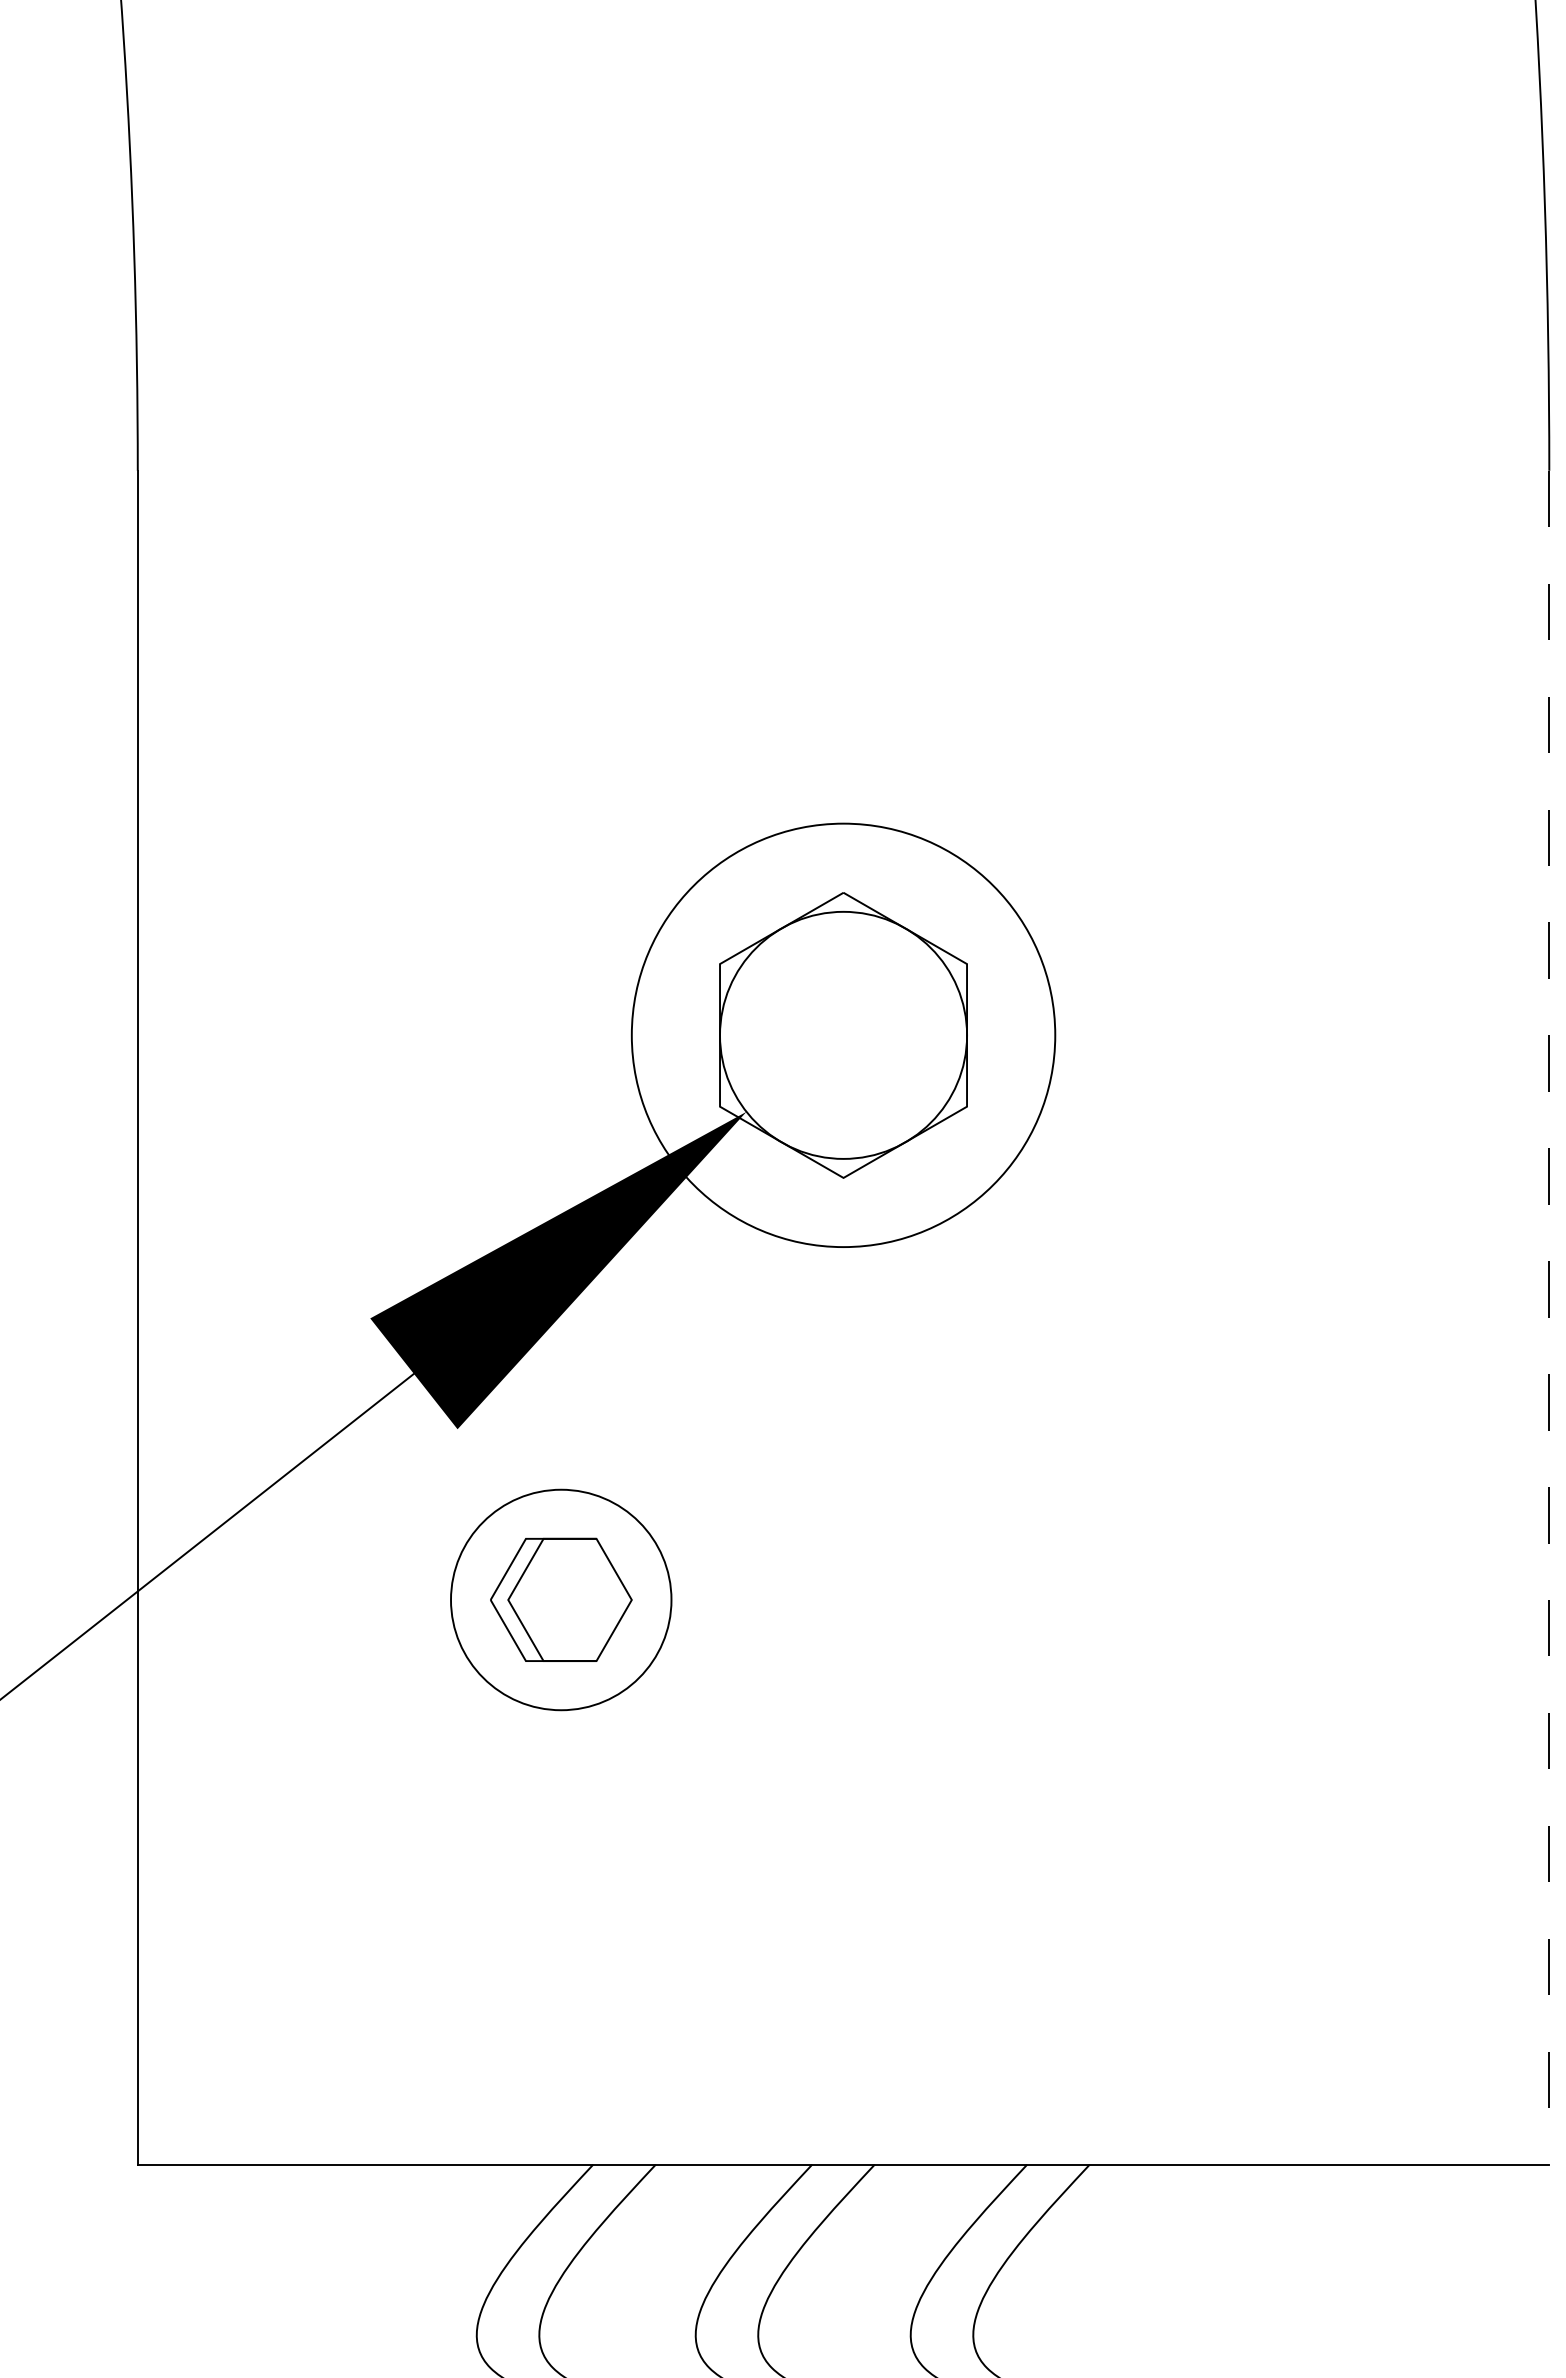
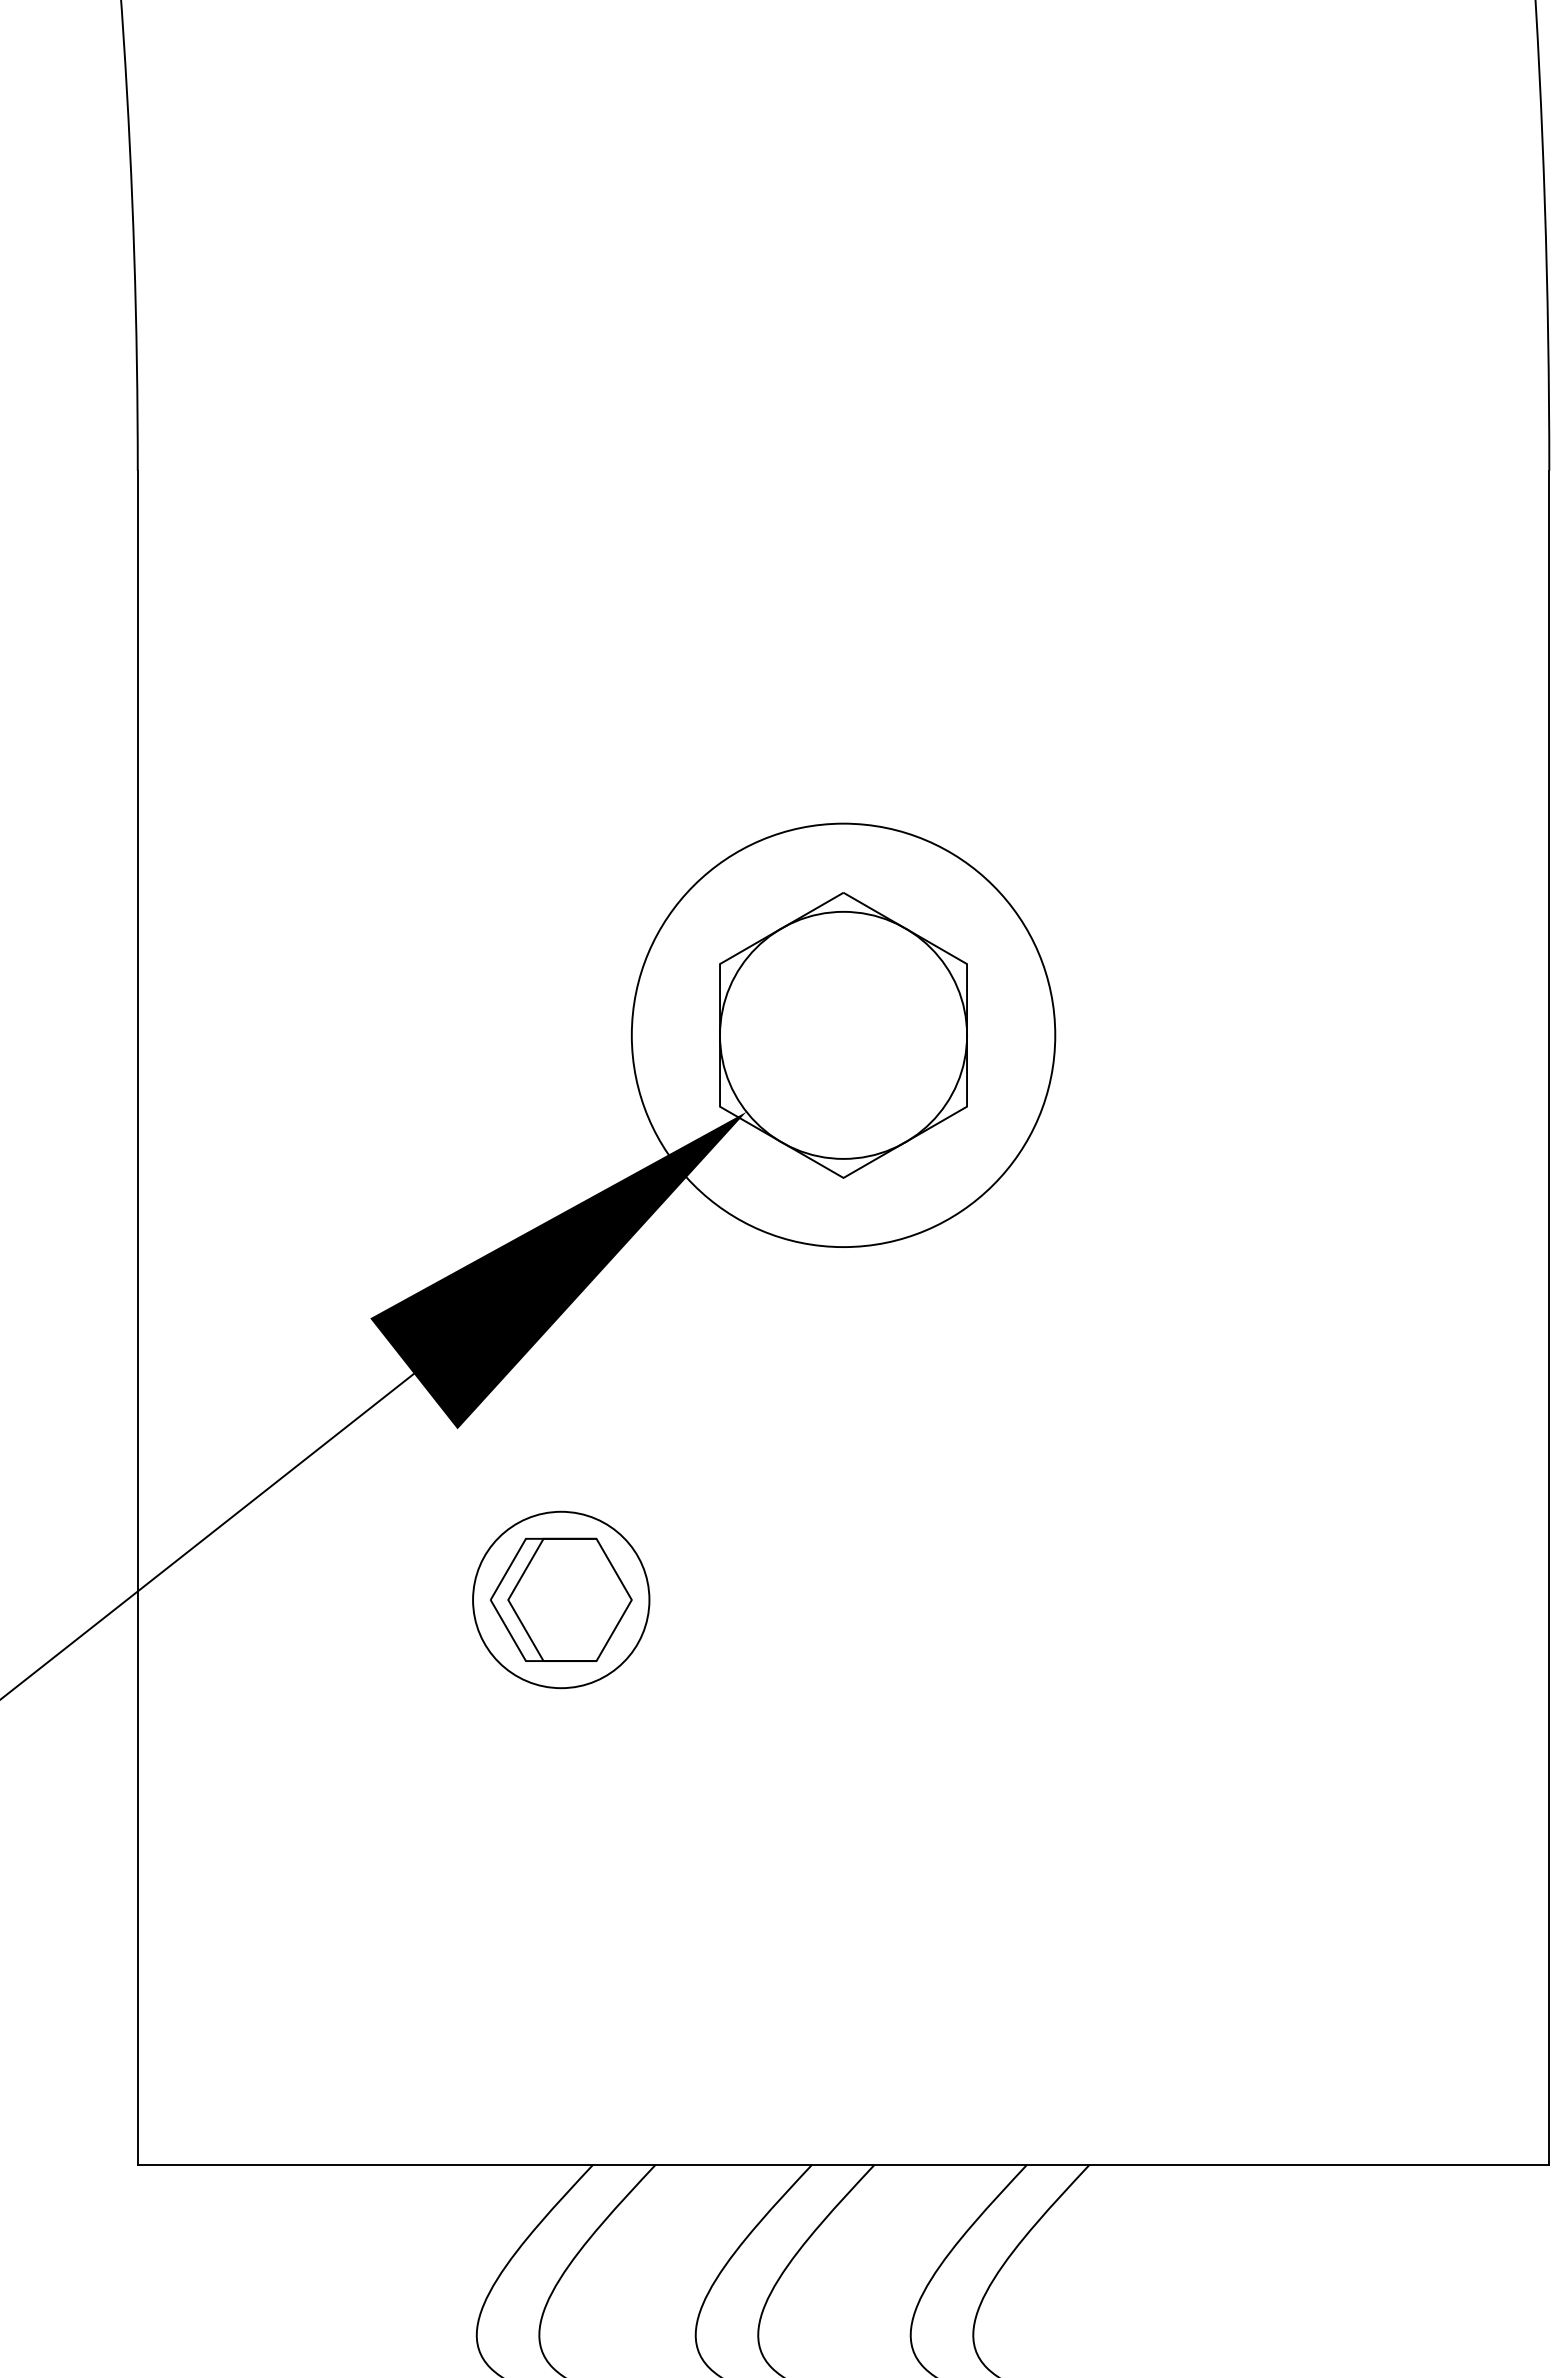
line at (1549, 1317): dashed -> solid
circle at (561, 1599) diameter: 220 px -> 176 px
